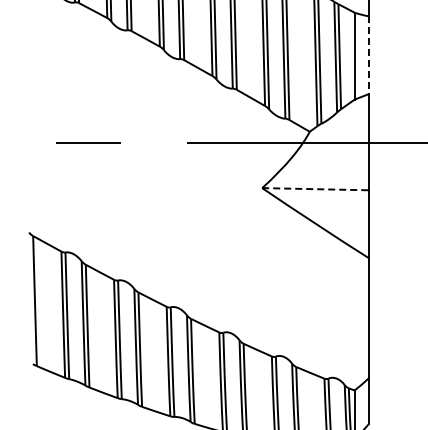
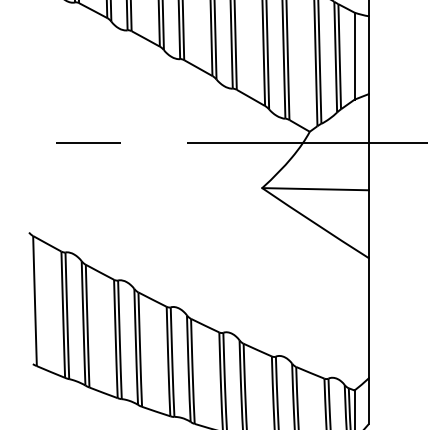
line at (368, 55): dashed -> solid
line at (316, 189): dashed -> solid
